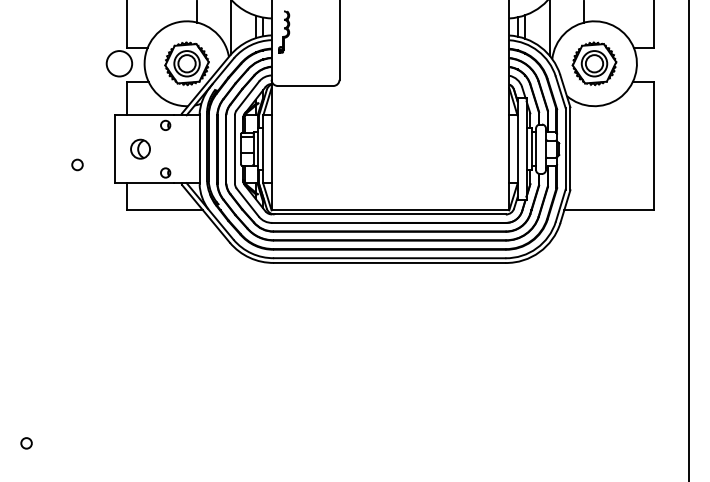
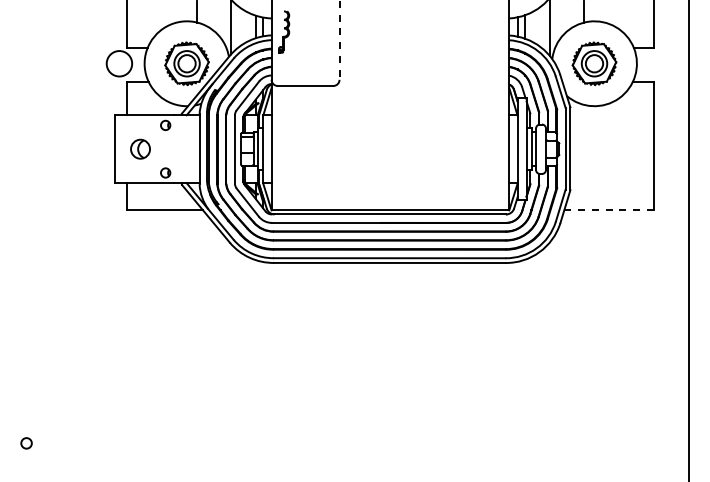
line at (339, 39): solid -> dashed
circle at (77, 164): present -> none
line at (608, 210): solid -> dashed
